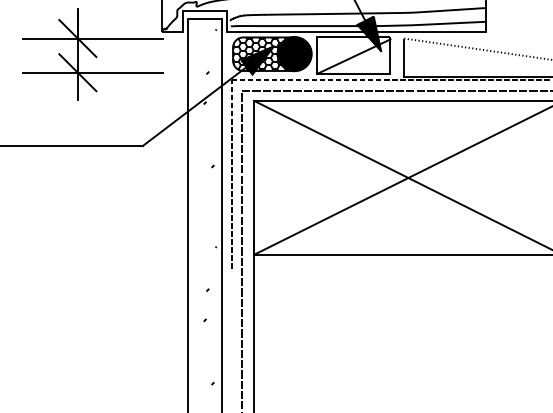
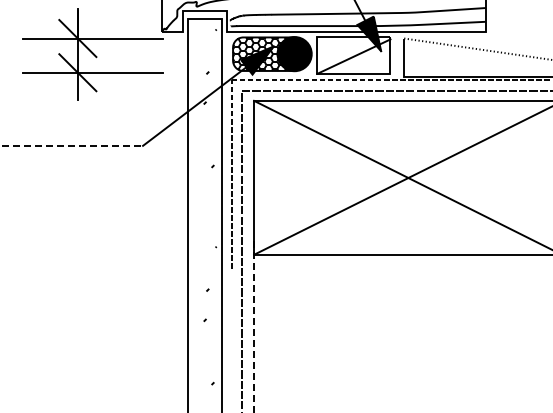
line at (72, 145): solid -> dashed
line at (254, 327): solid -> dashed
